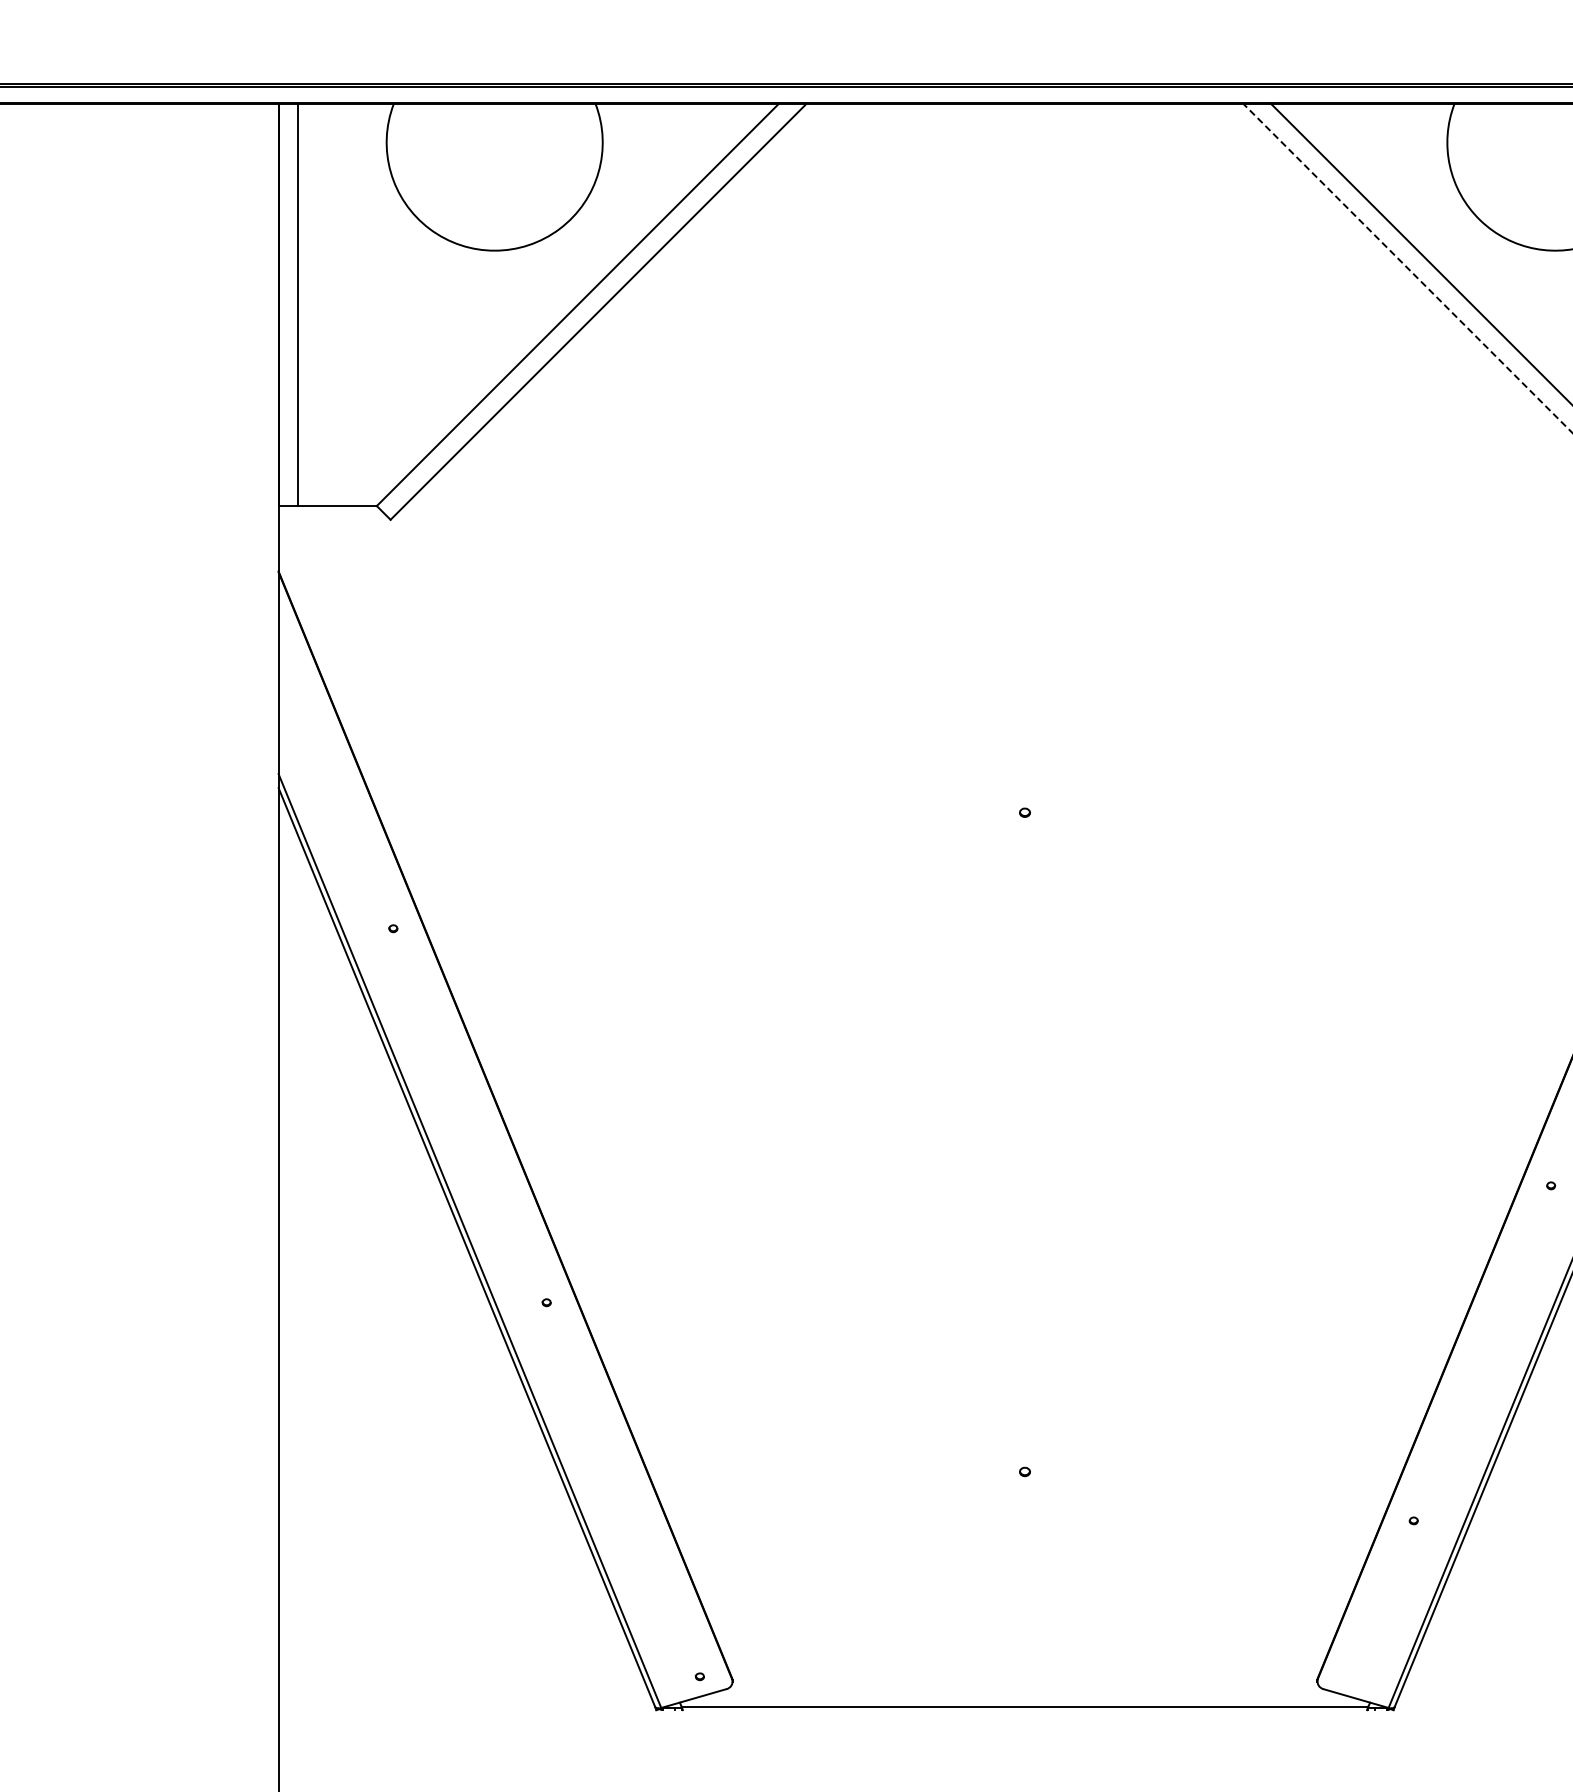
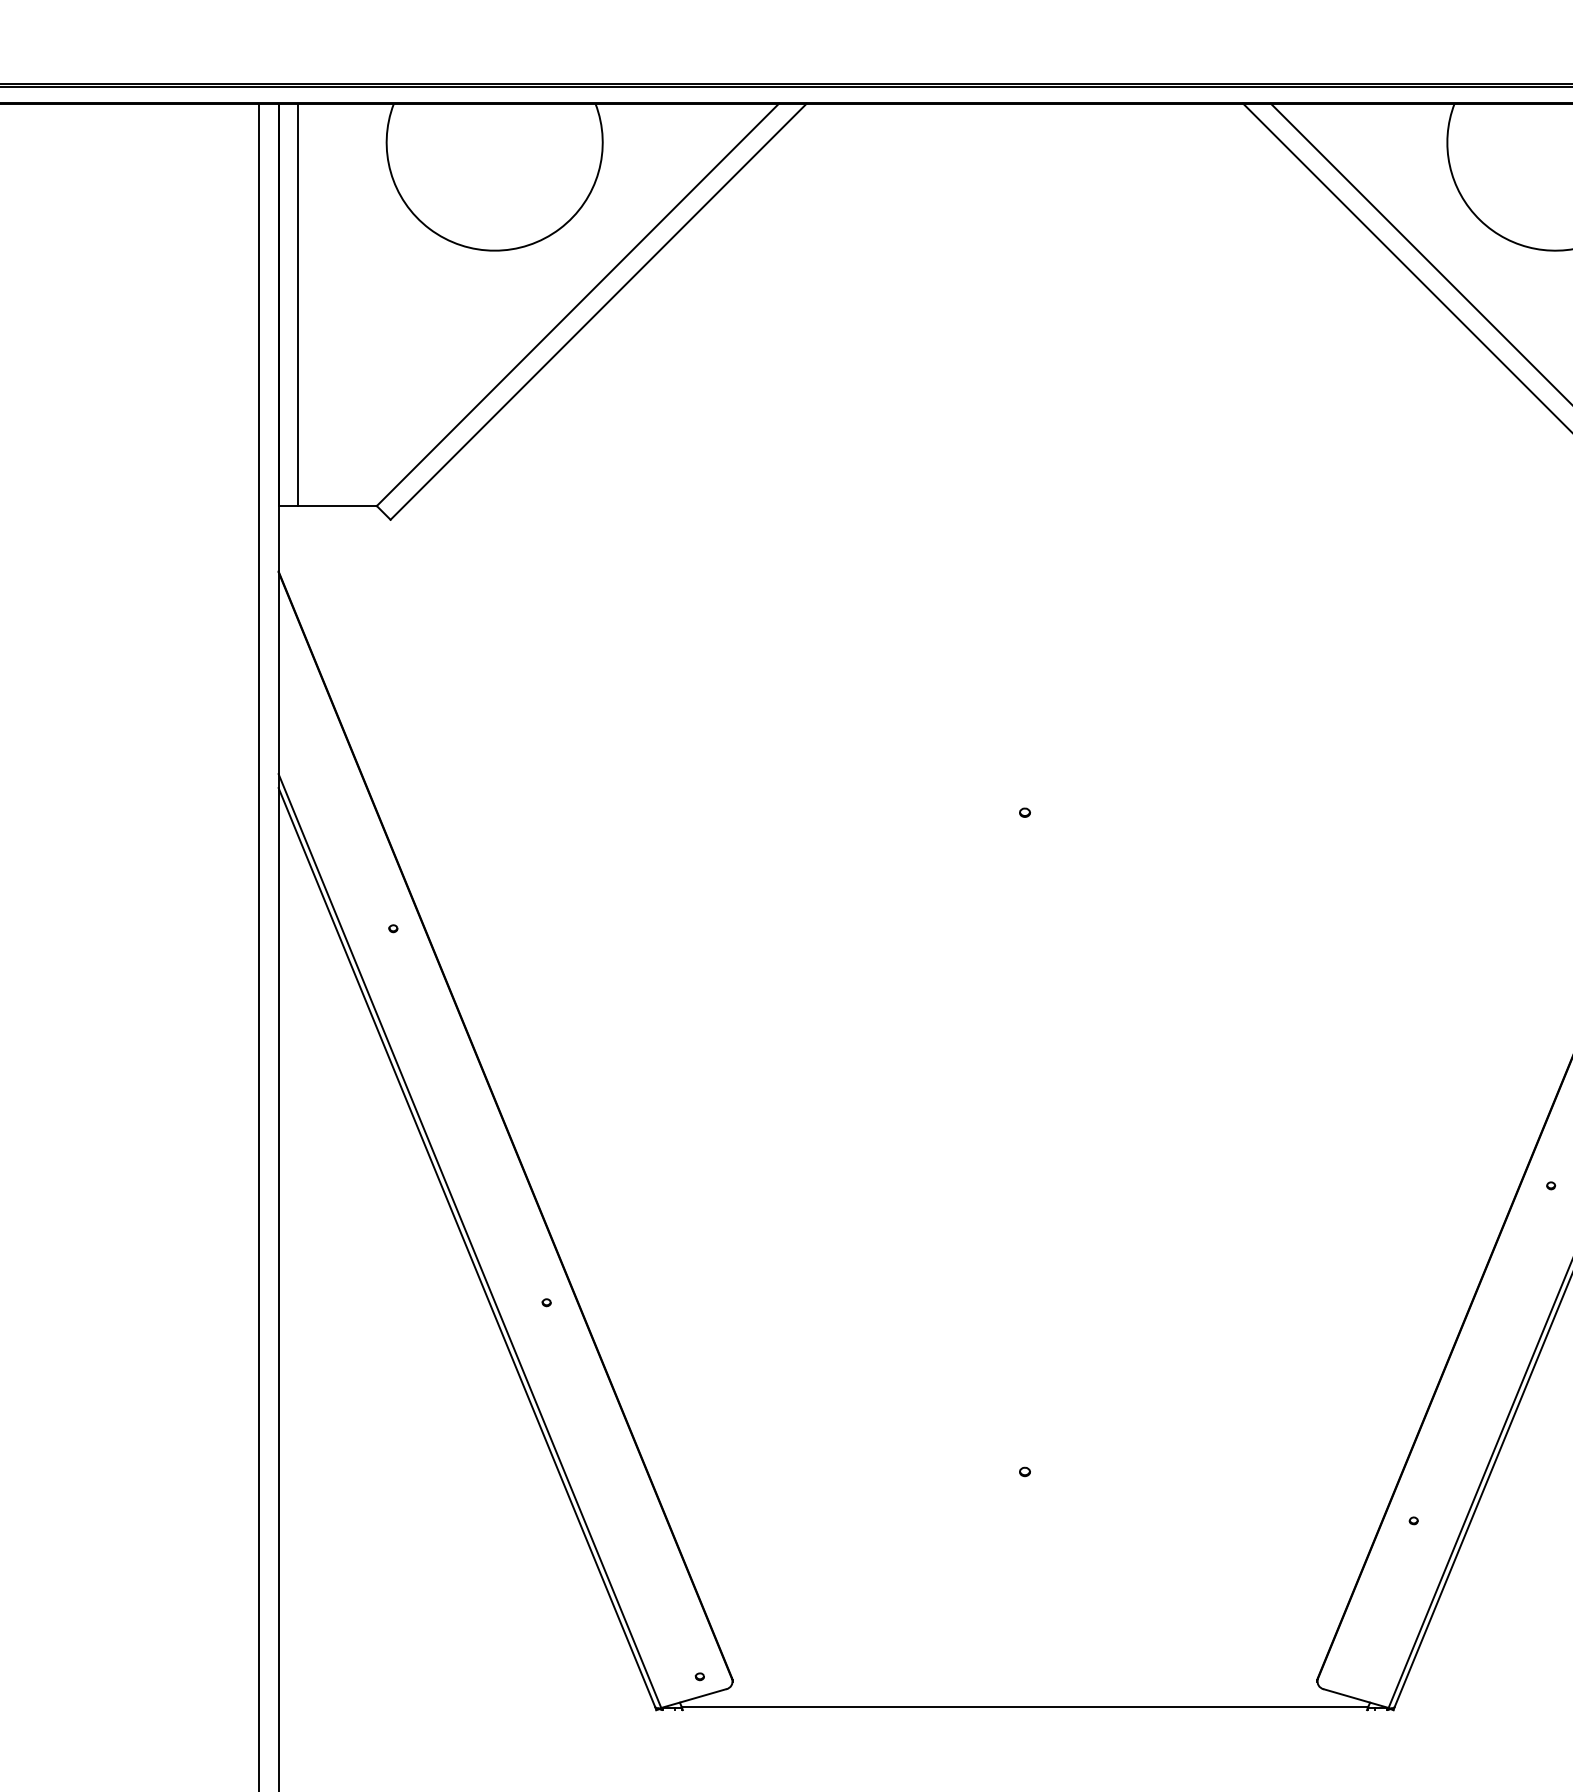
line at (1407, 268): dashed -> solid
line at (259, 945): none -> present
